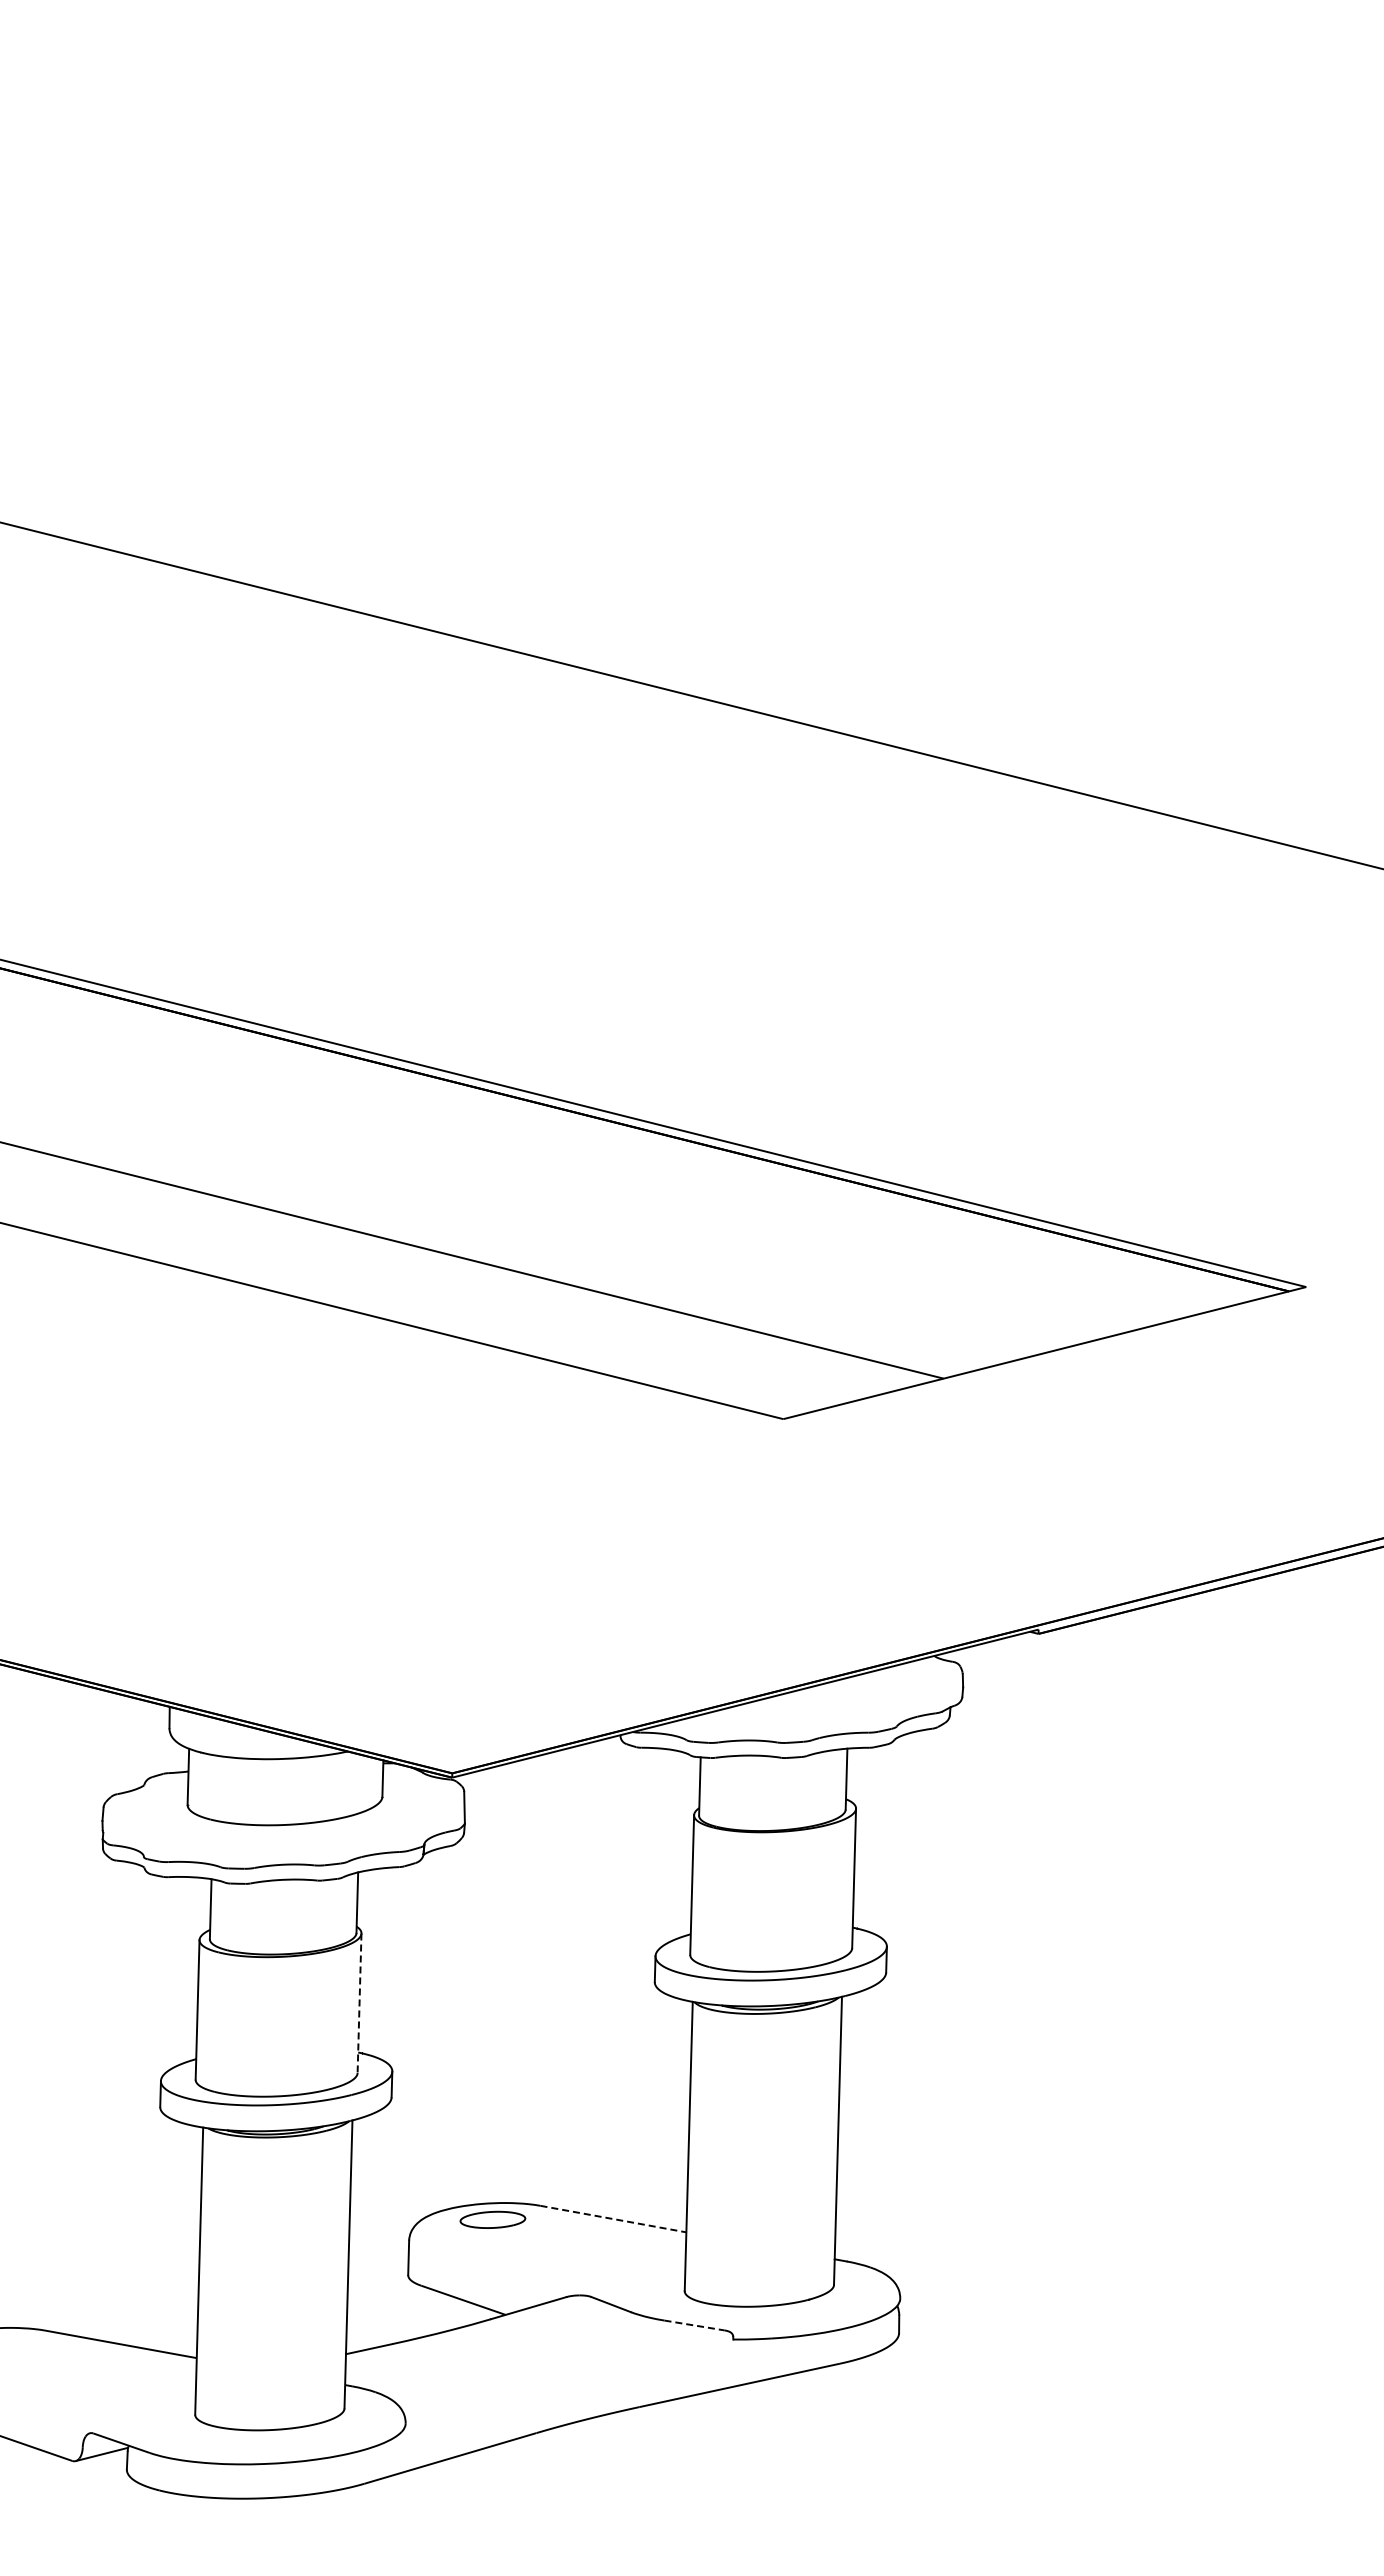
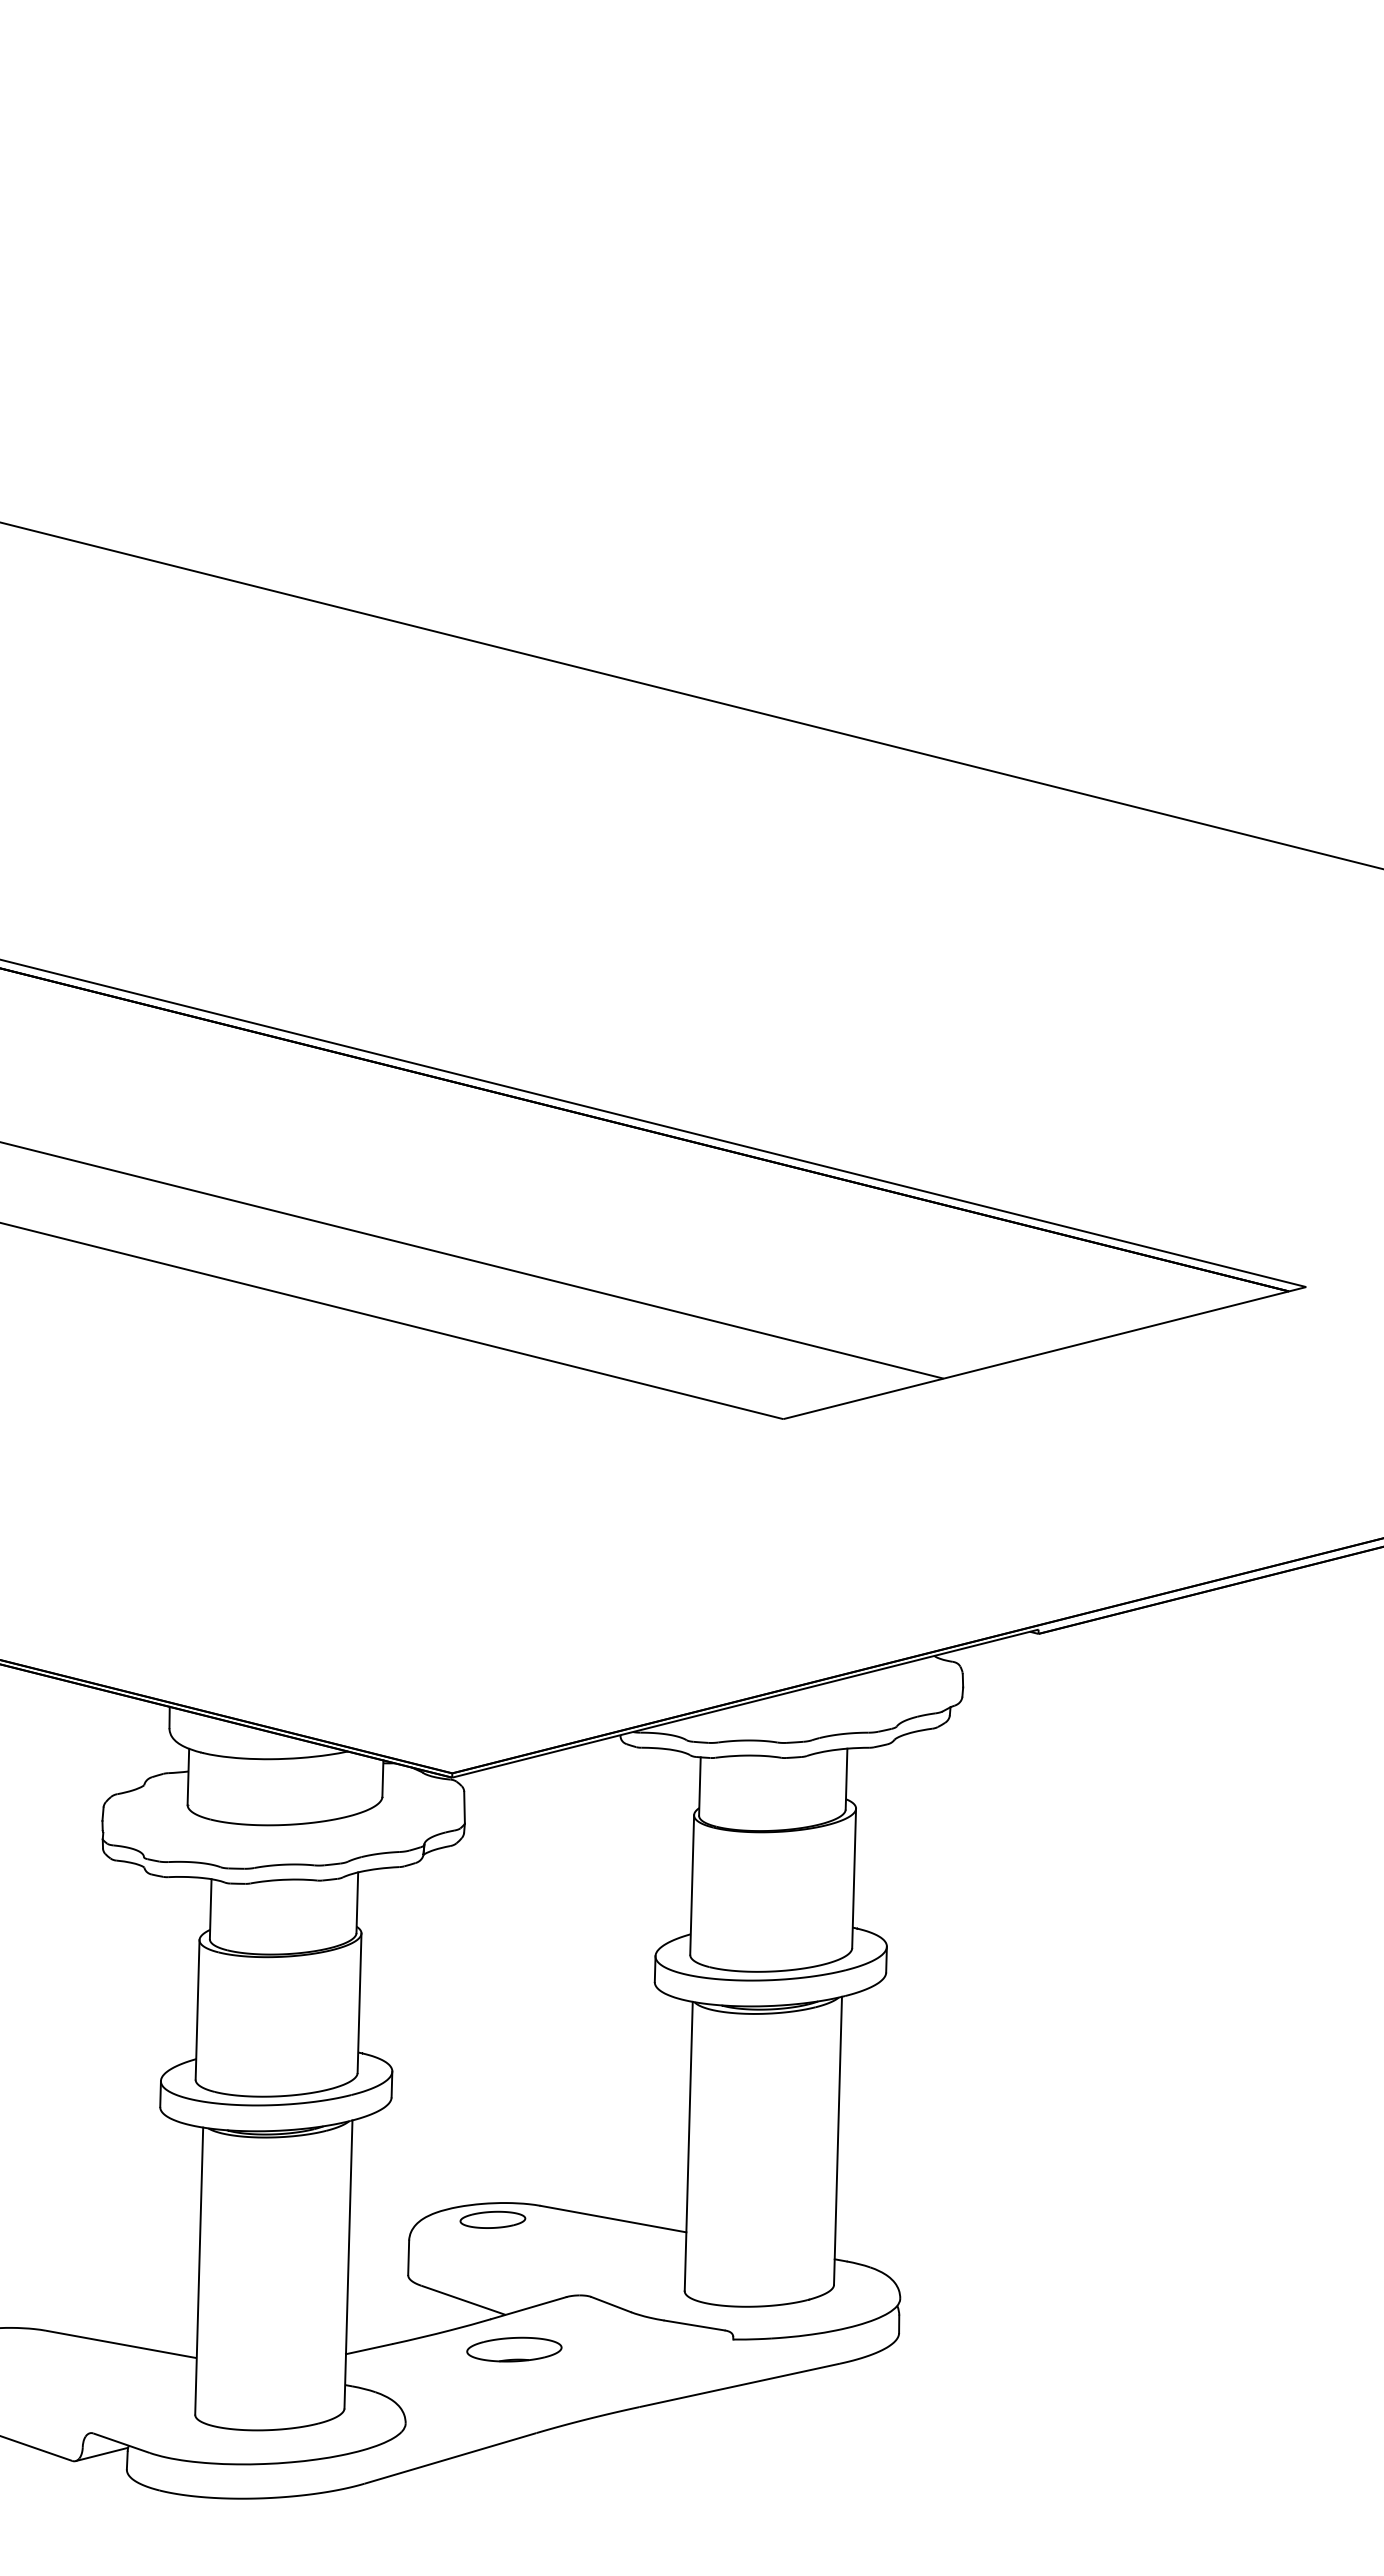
line at (359, 2003): dashed -> solid
line at (613, 2219): dashed -> solid
line at (695, 2325): dashed -> solid
part at (514, 2349): none -> present
